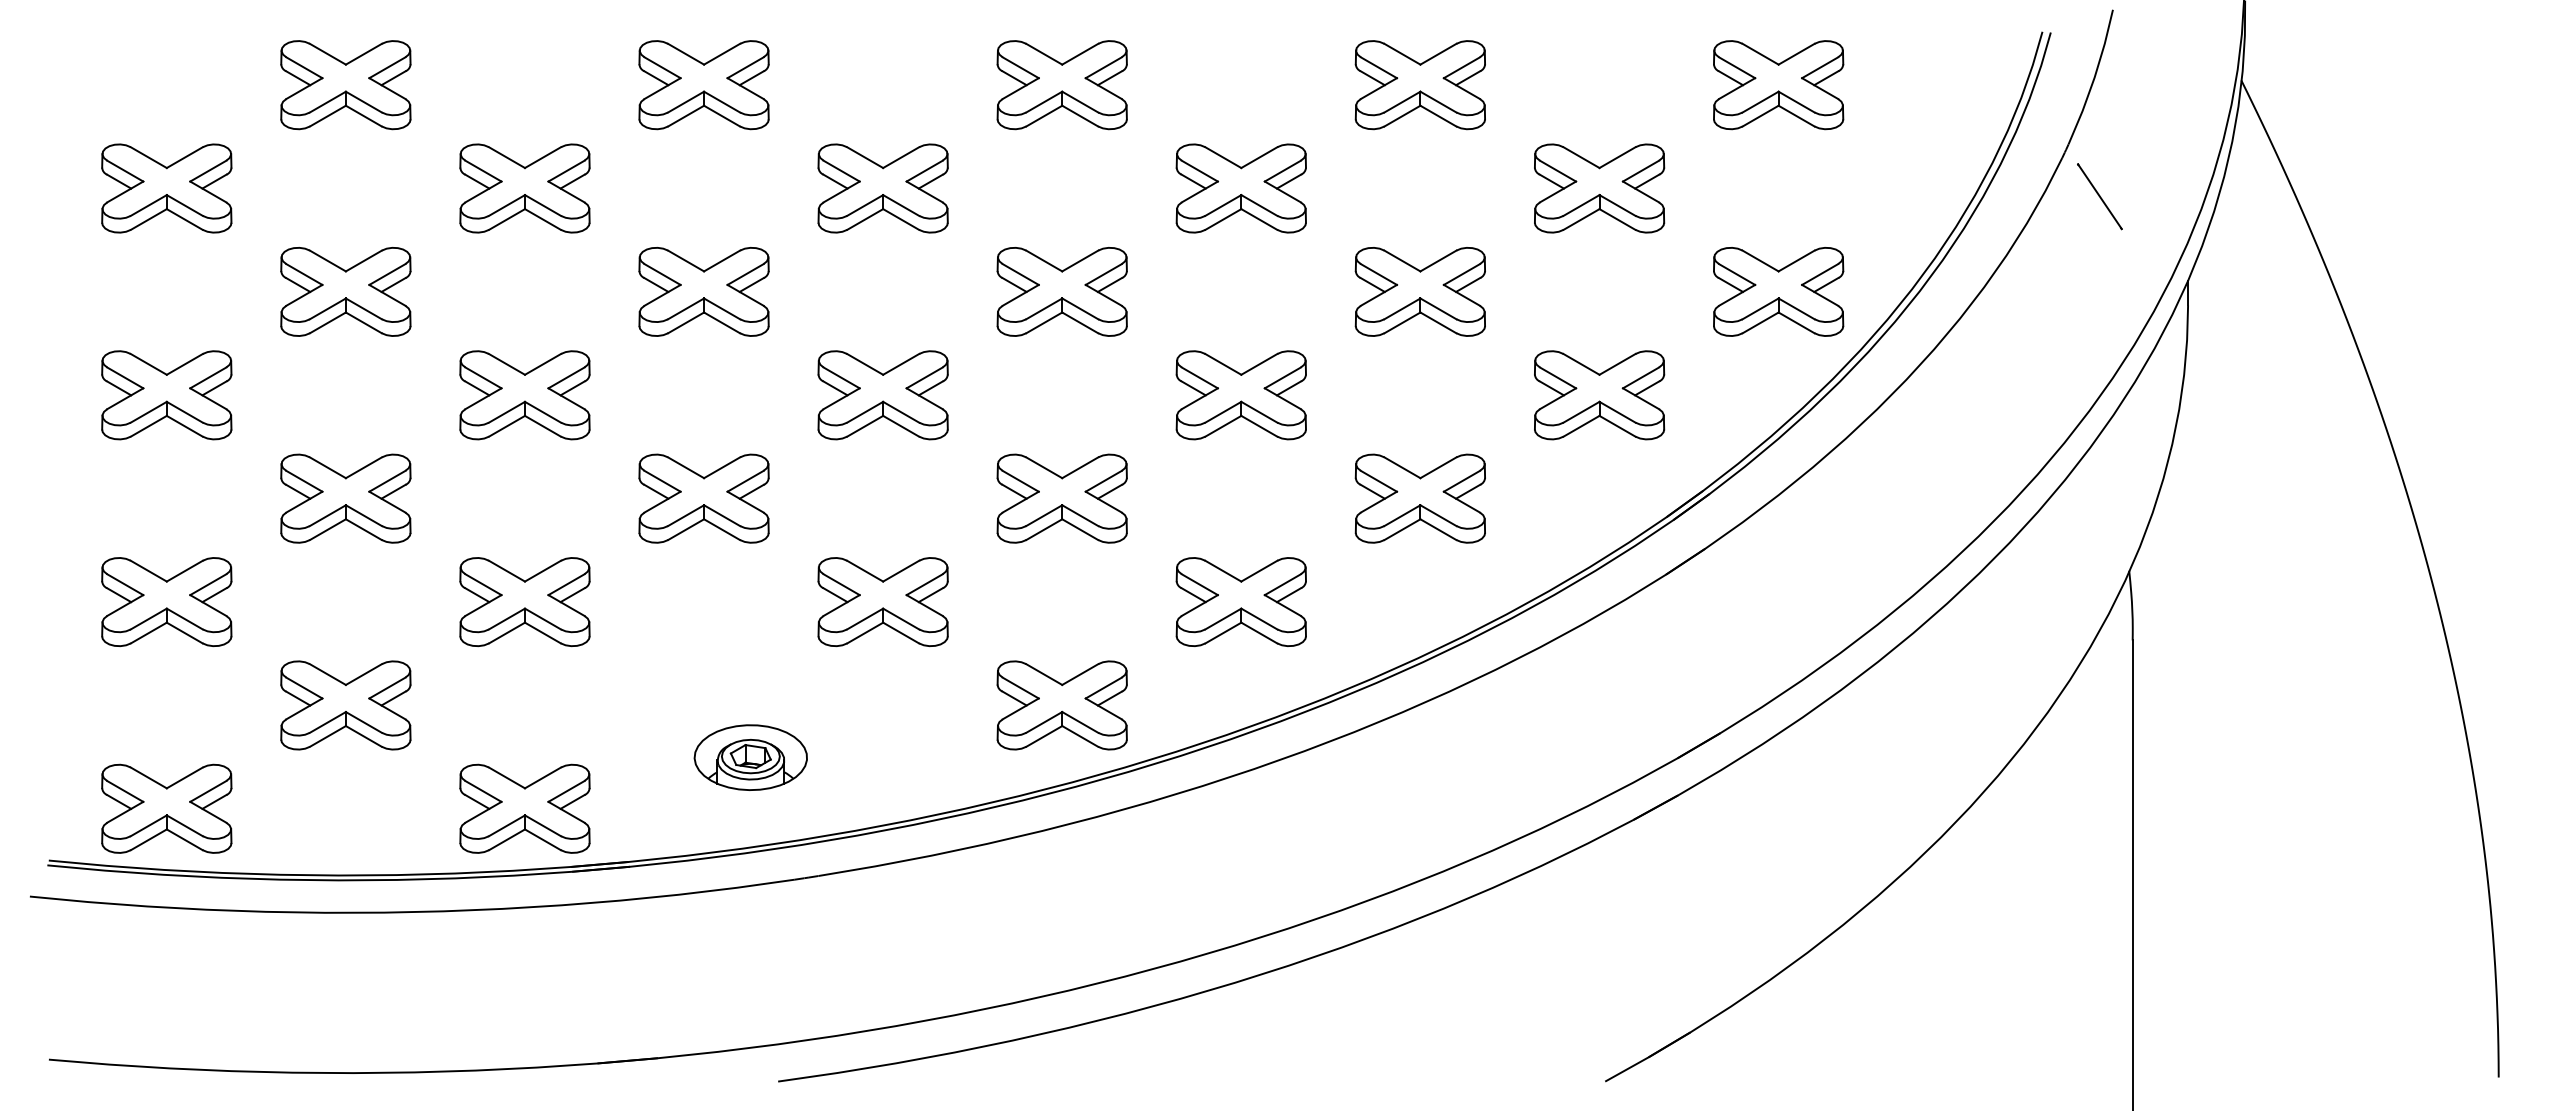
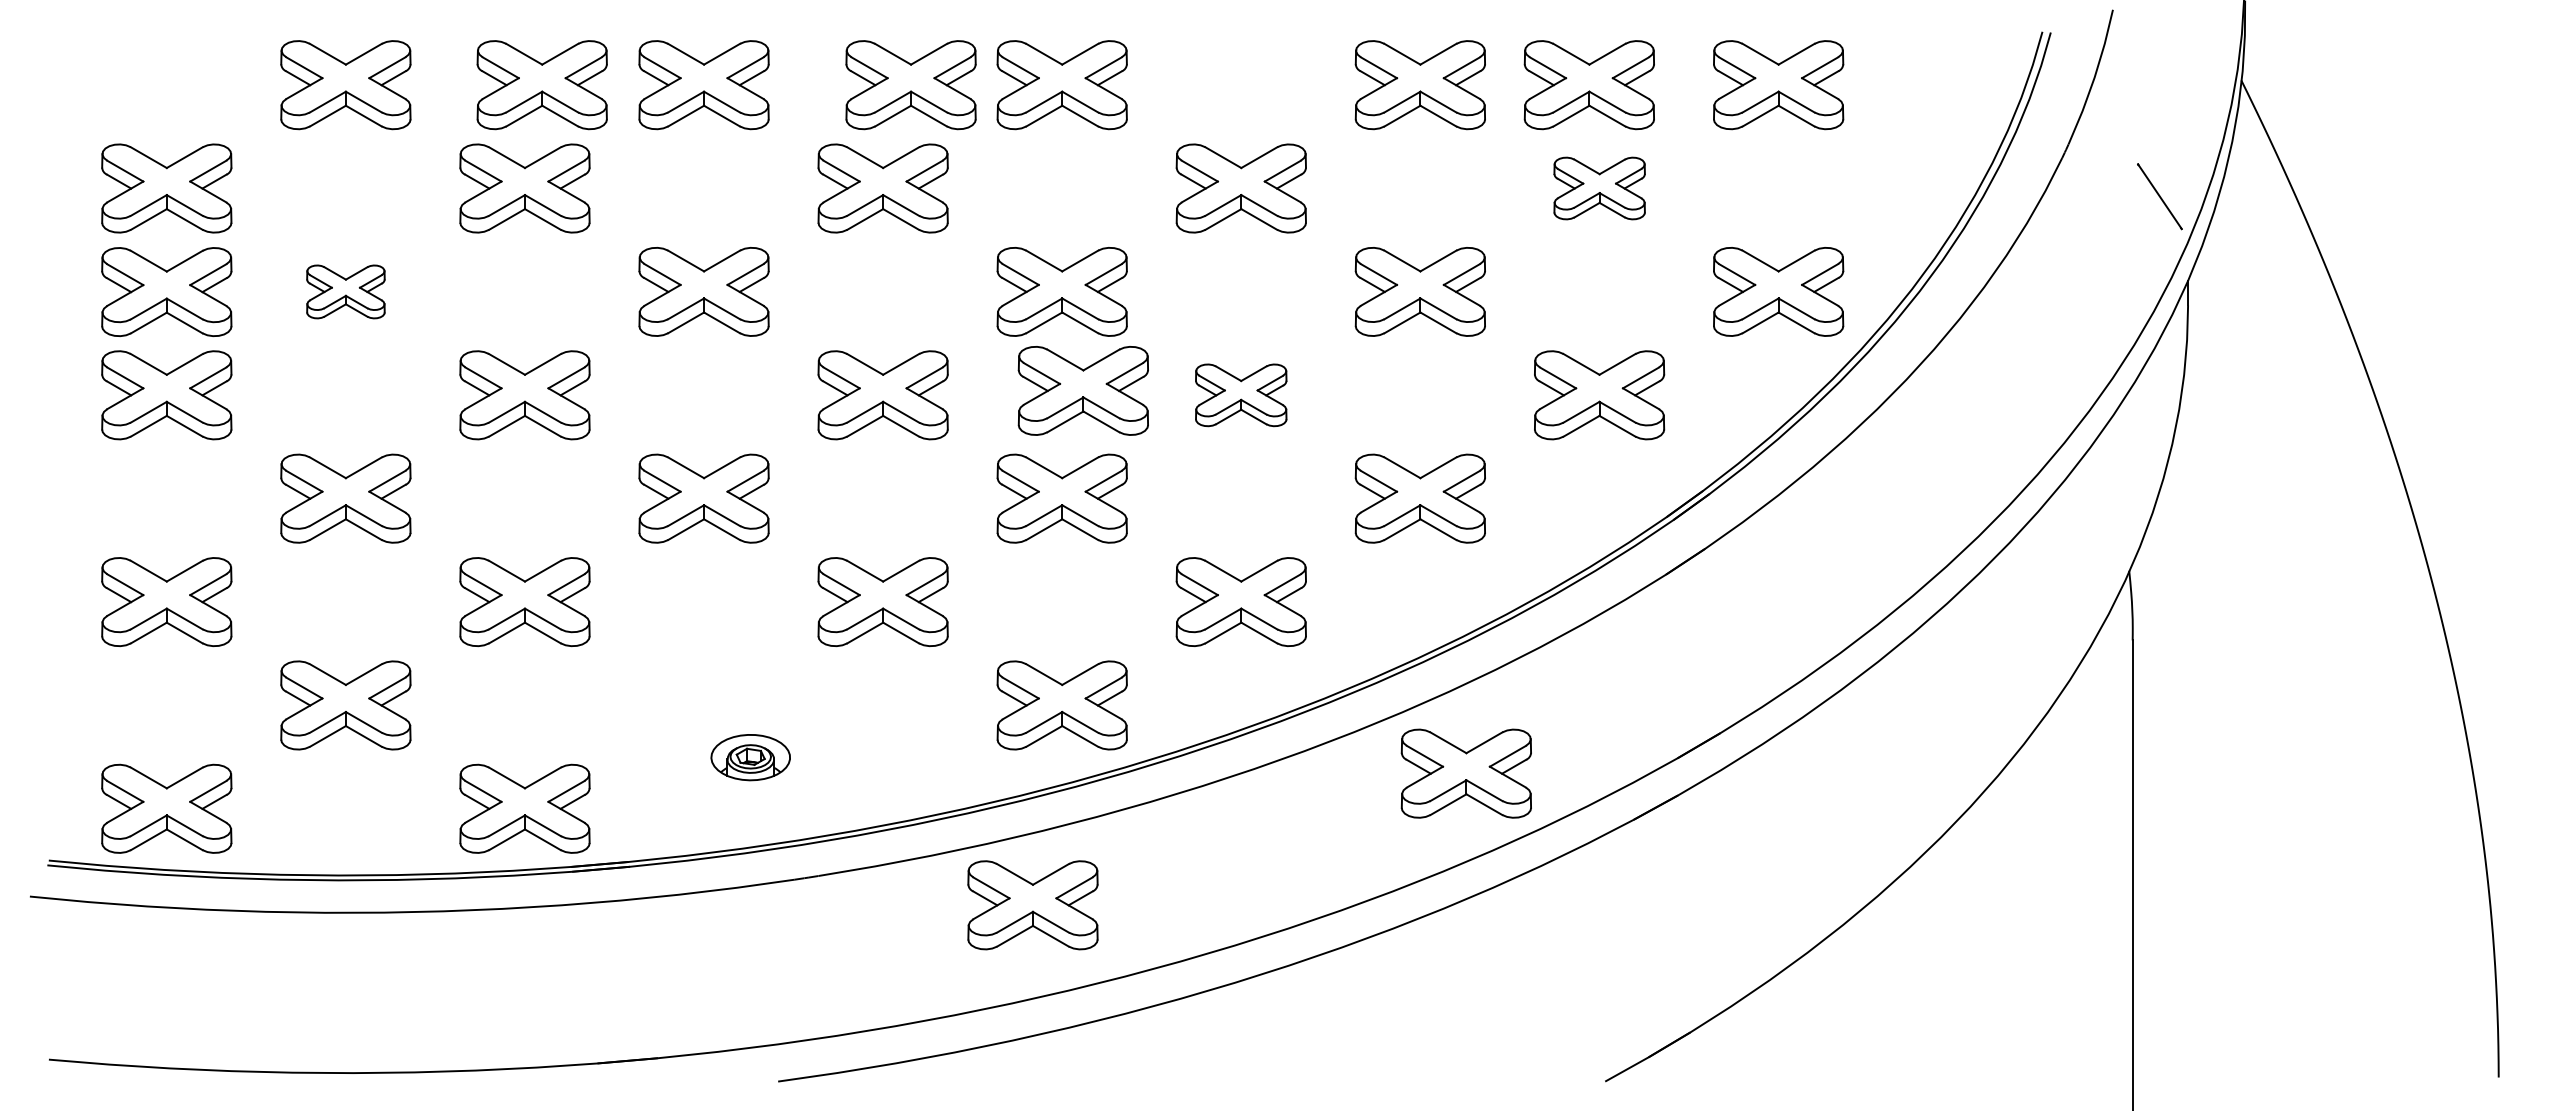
part at (541, 85): none -> present
part at (910, 85): none -> present
part at (1588, 85): none -> present
part at (1599, 188) size: 132x91 px -> 93x65 px
line at (2099, 196) position: (2099, 196) -> (2159, 196)
part at (166, 291): none -> present
part at (345, 291) size: 132x90 px -> 80x56 px
part at (1082, 390): none -> present
part at (1240, 395) size: 132x91 px -> 93x65 px
part at (750, 757) size: 115x67 px -> 81x48 px
part at (1465, 773): none -> present
part at (1032, 905): none -> present
